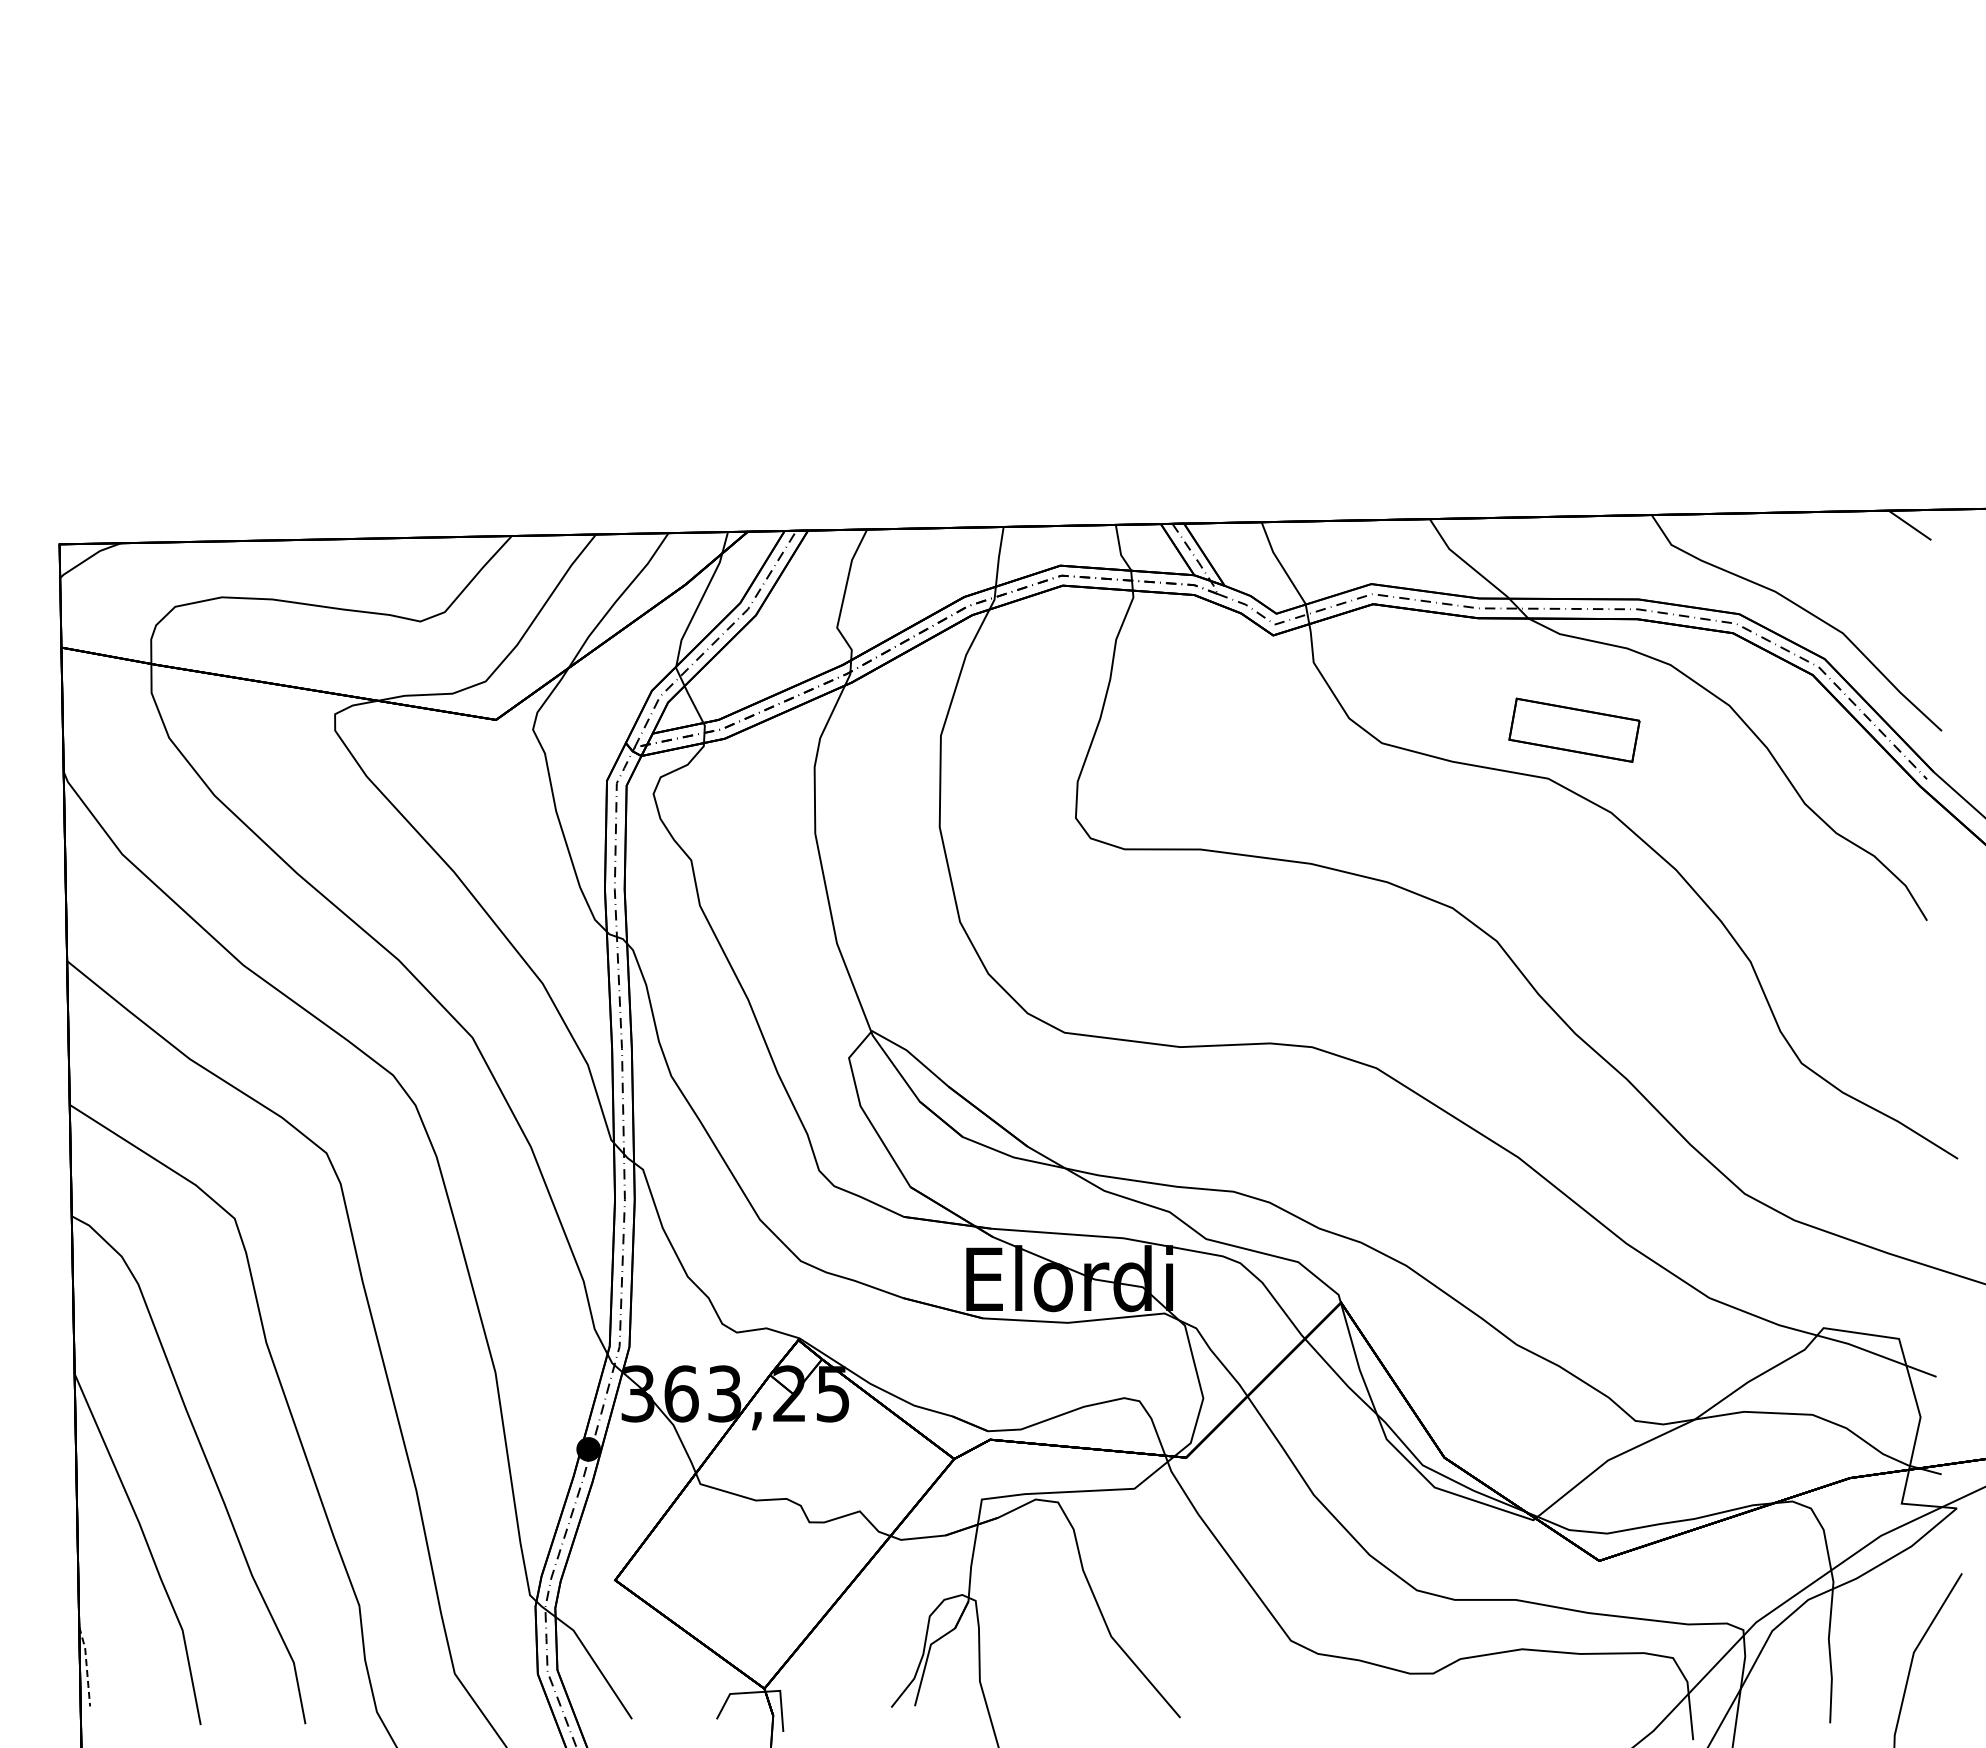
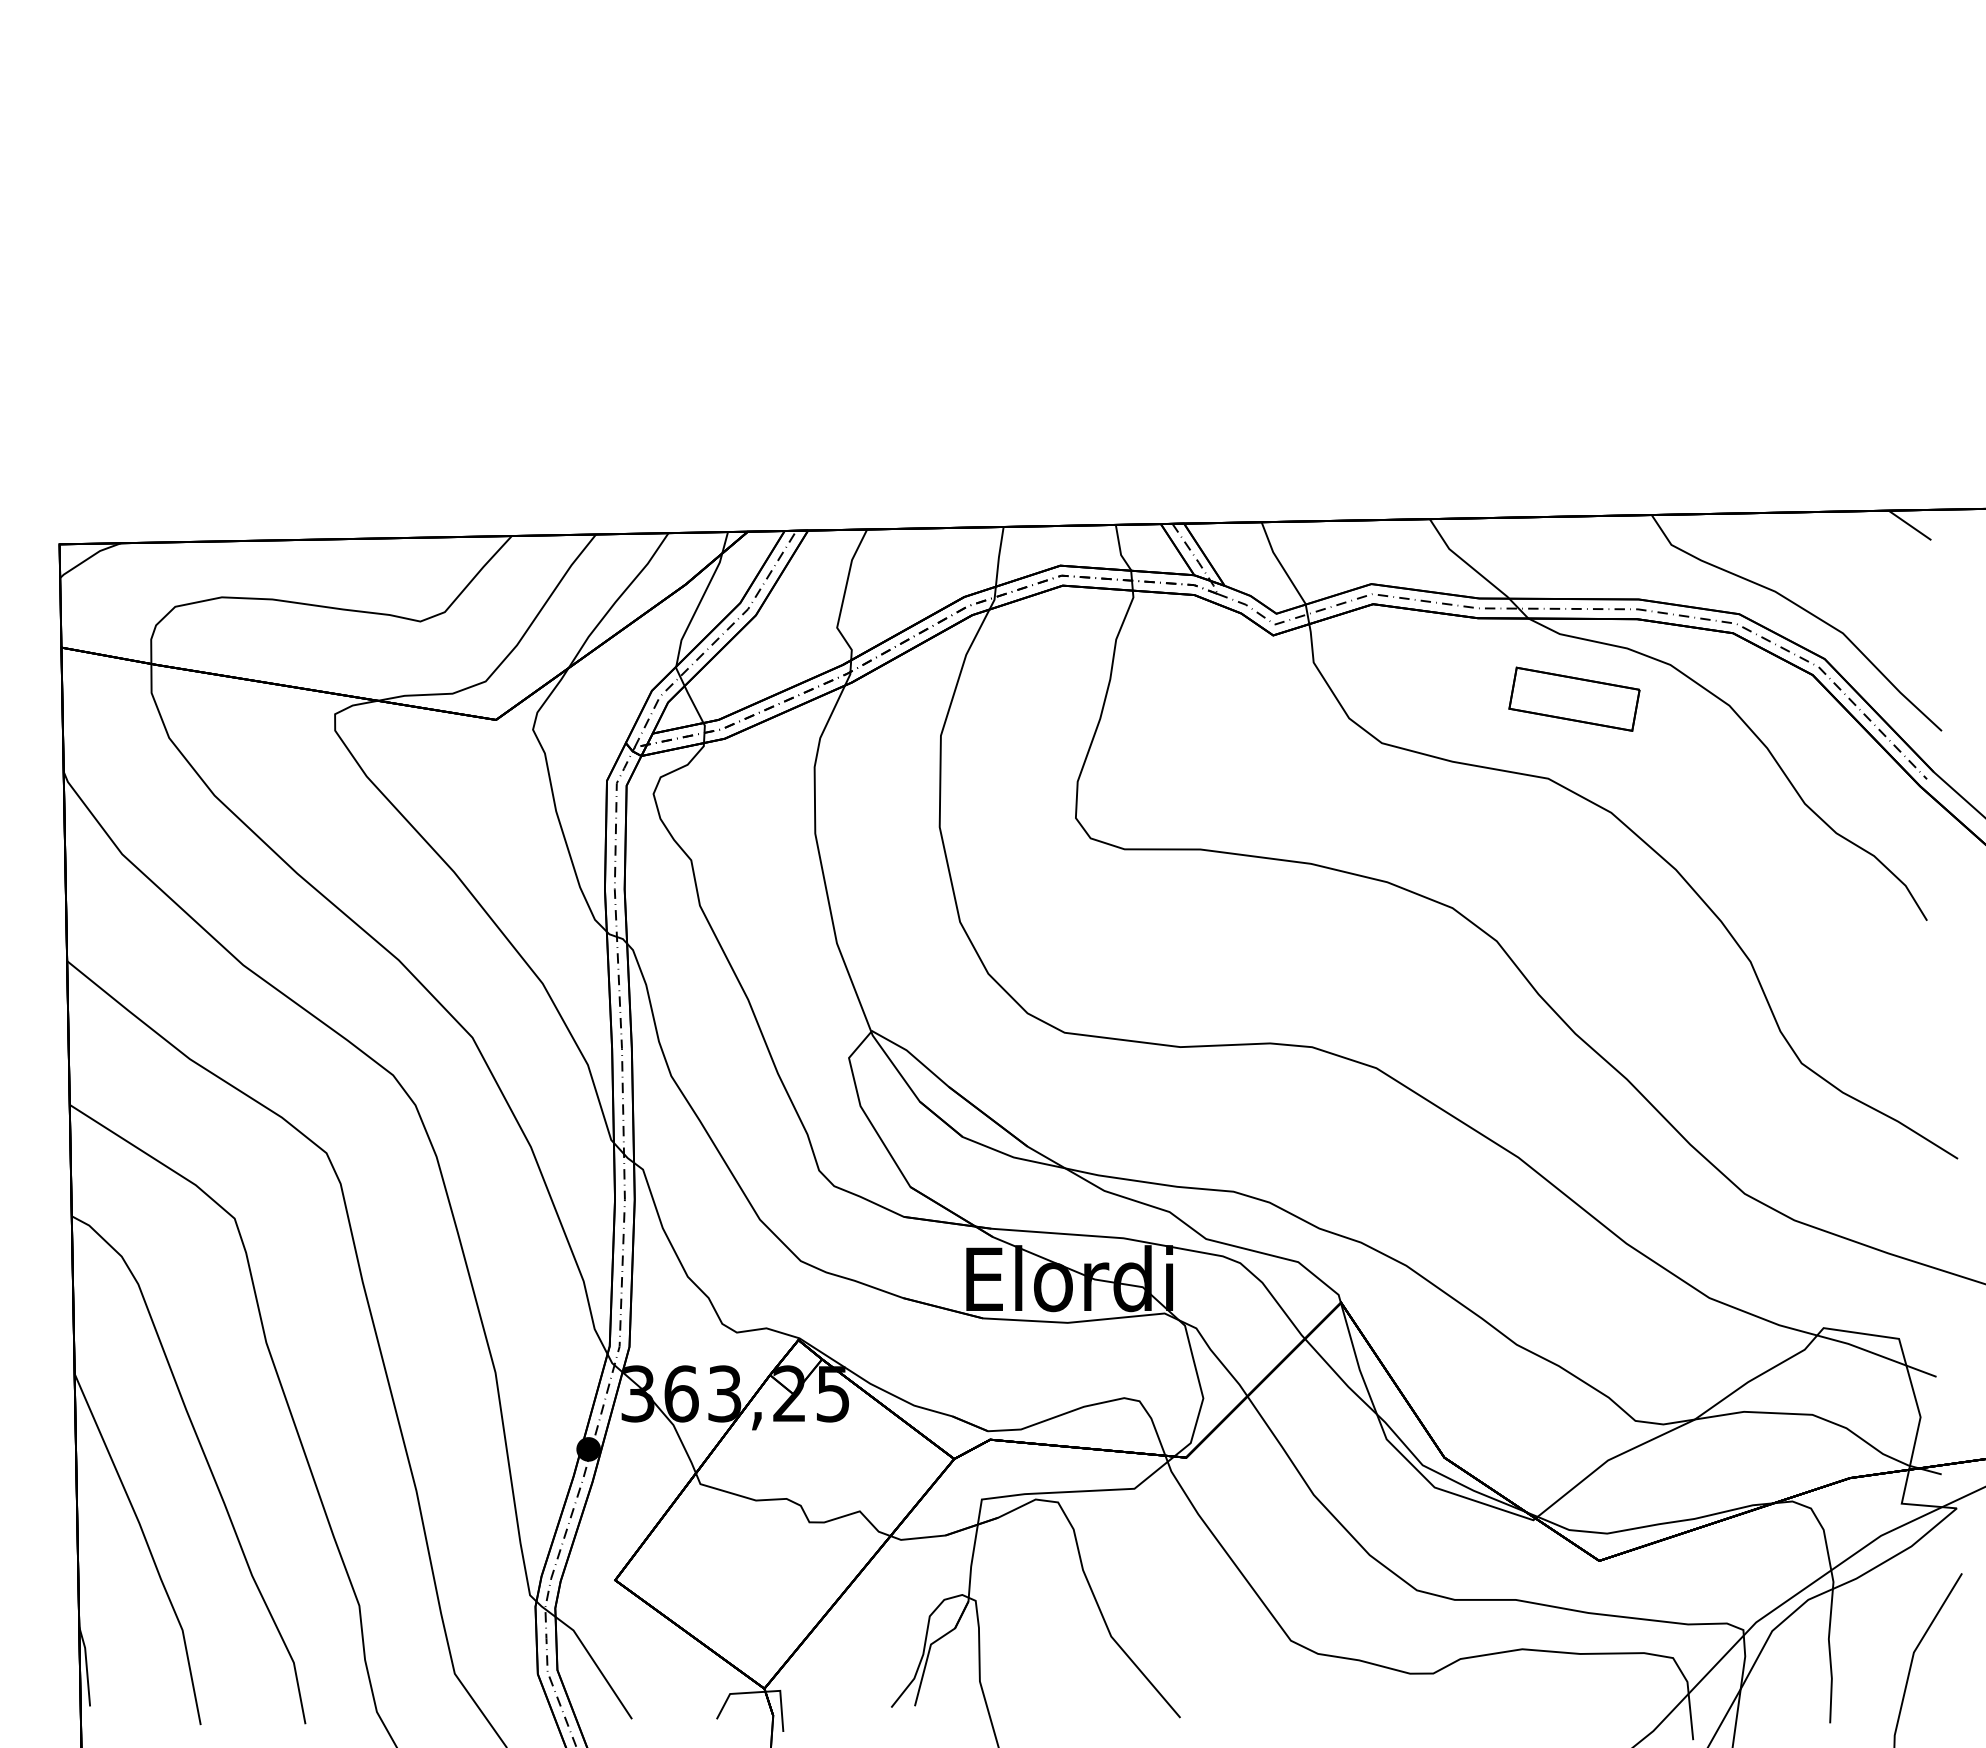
part at (1574, 729) position: (1574, 729) -> (1574, 698)
line at (86, 1665): dashed -> solid
